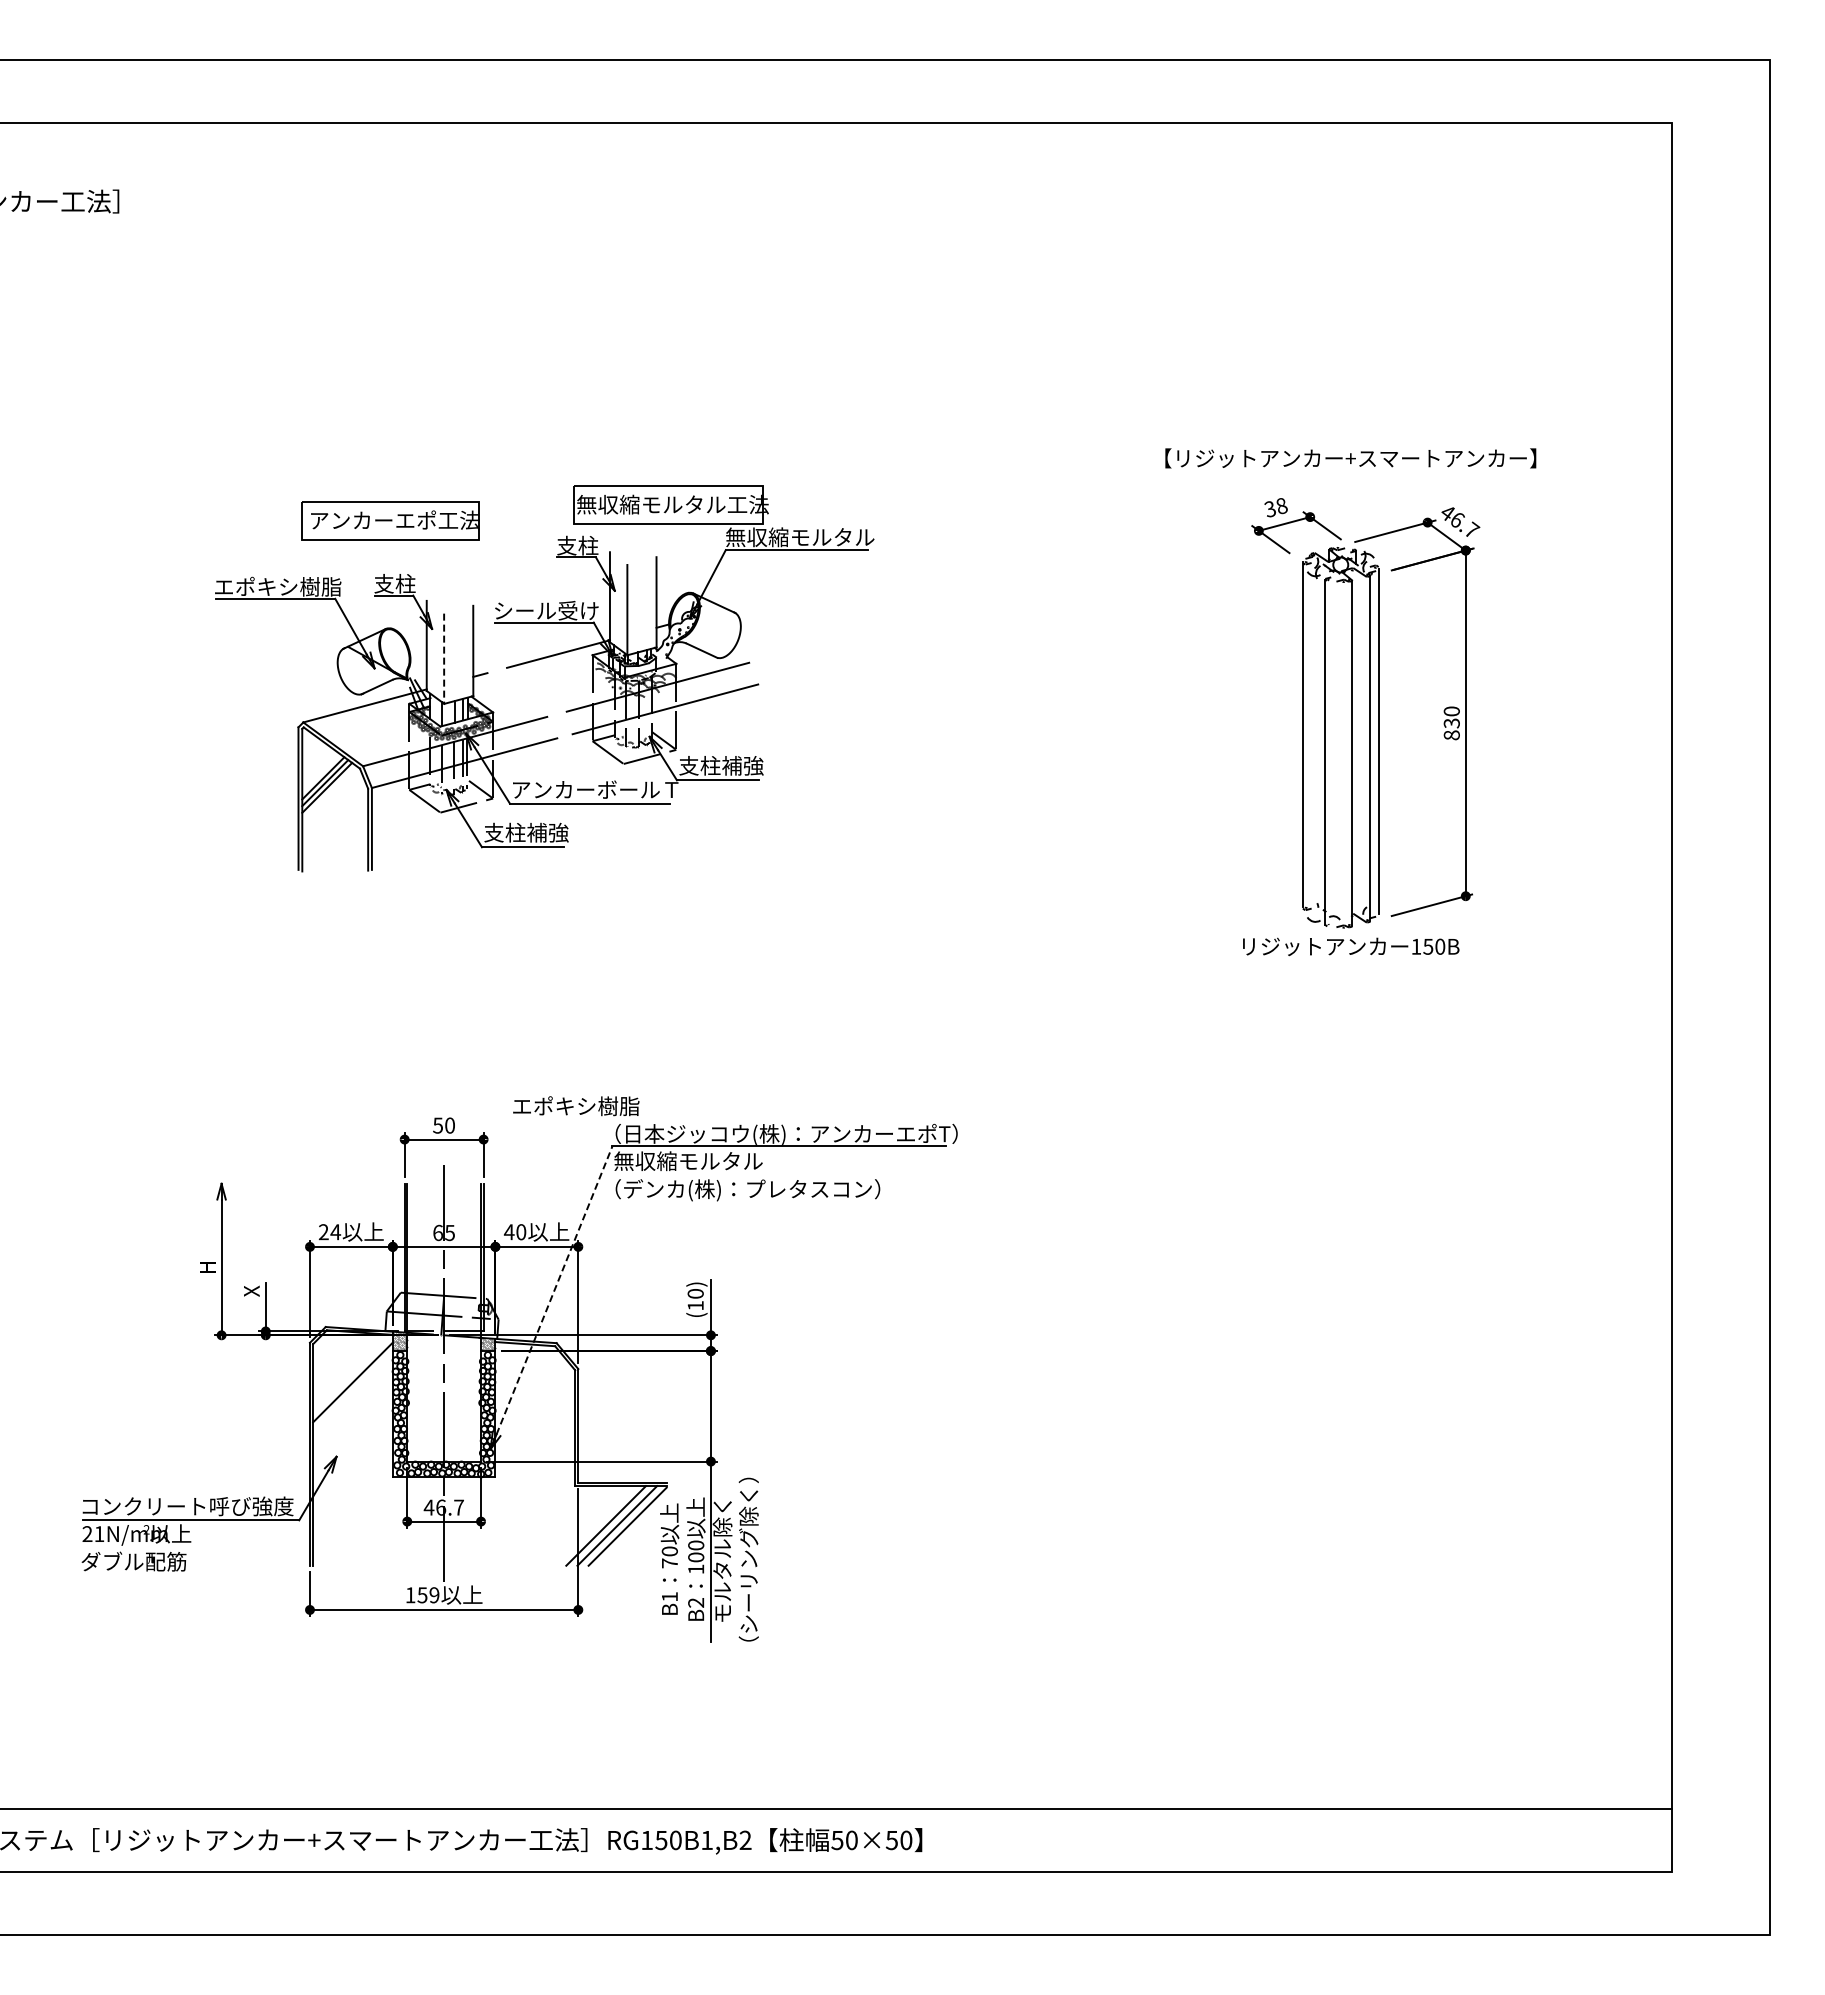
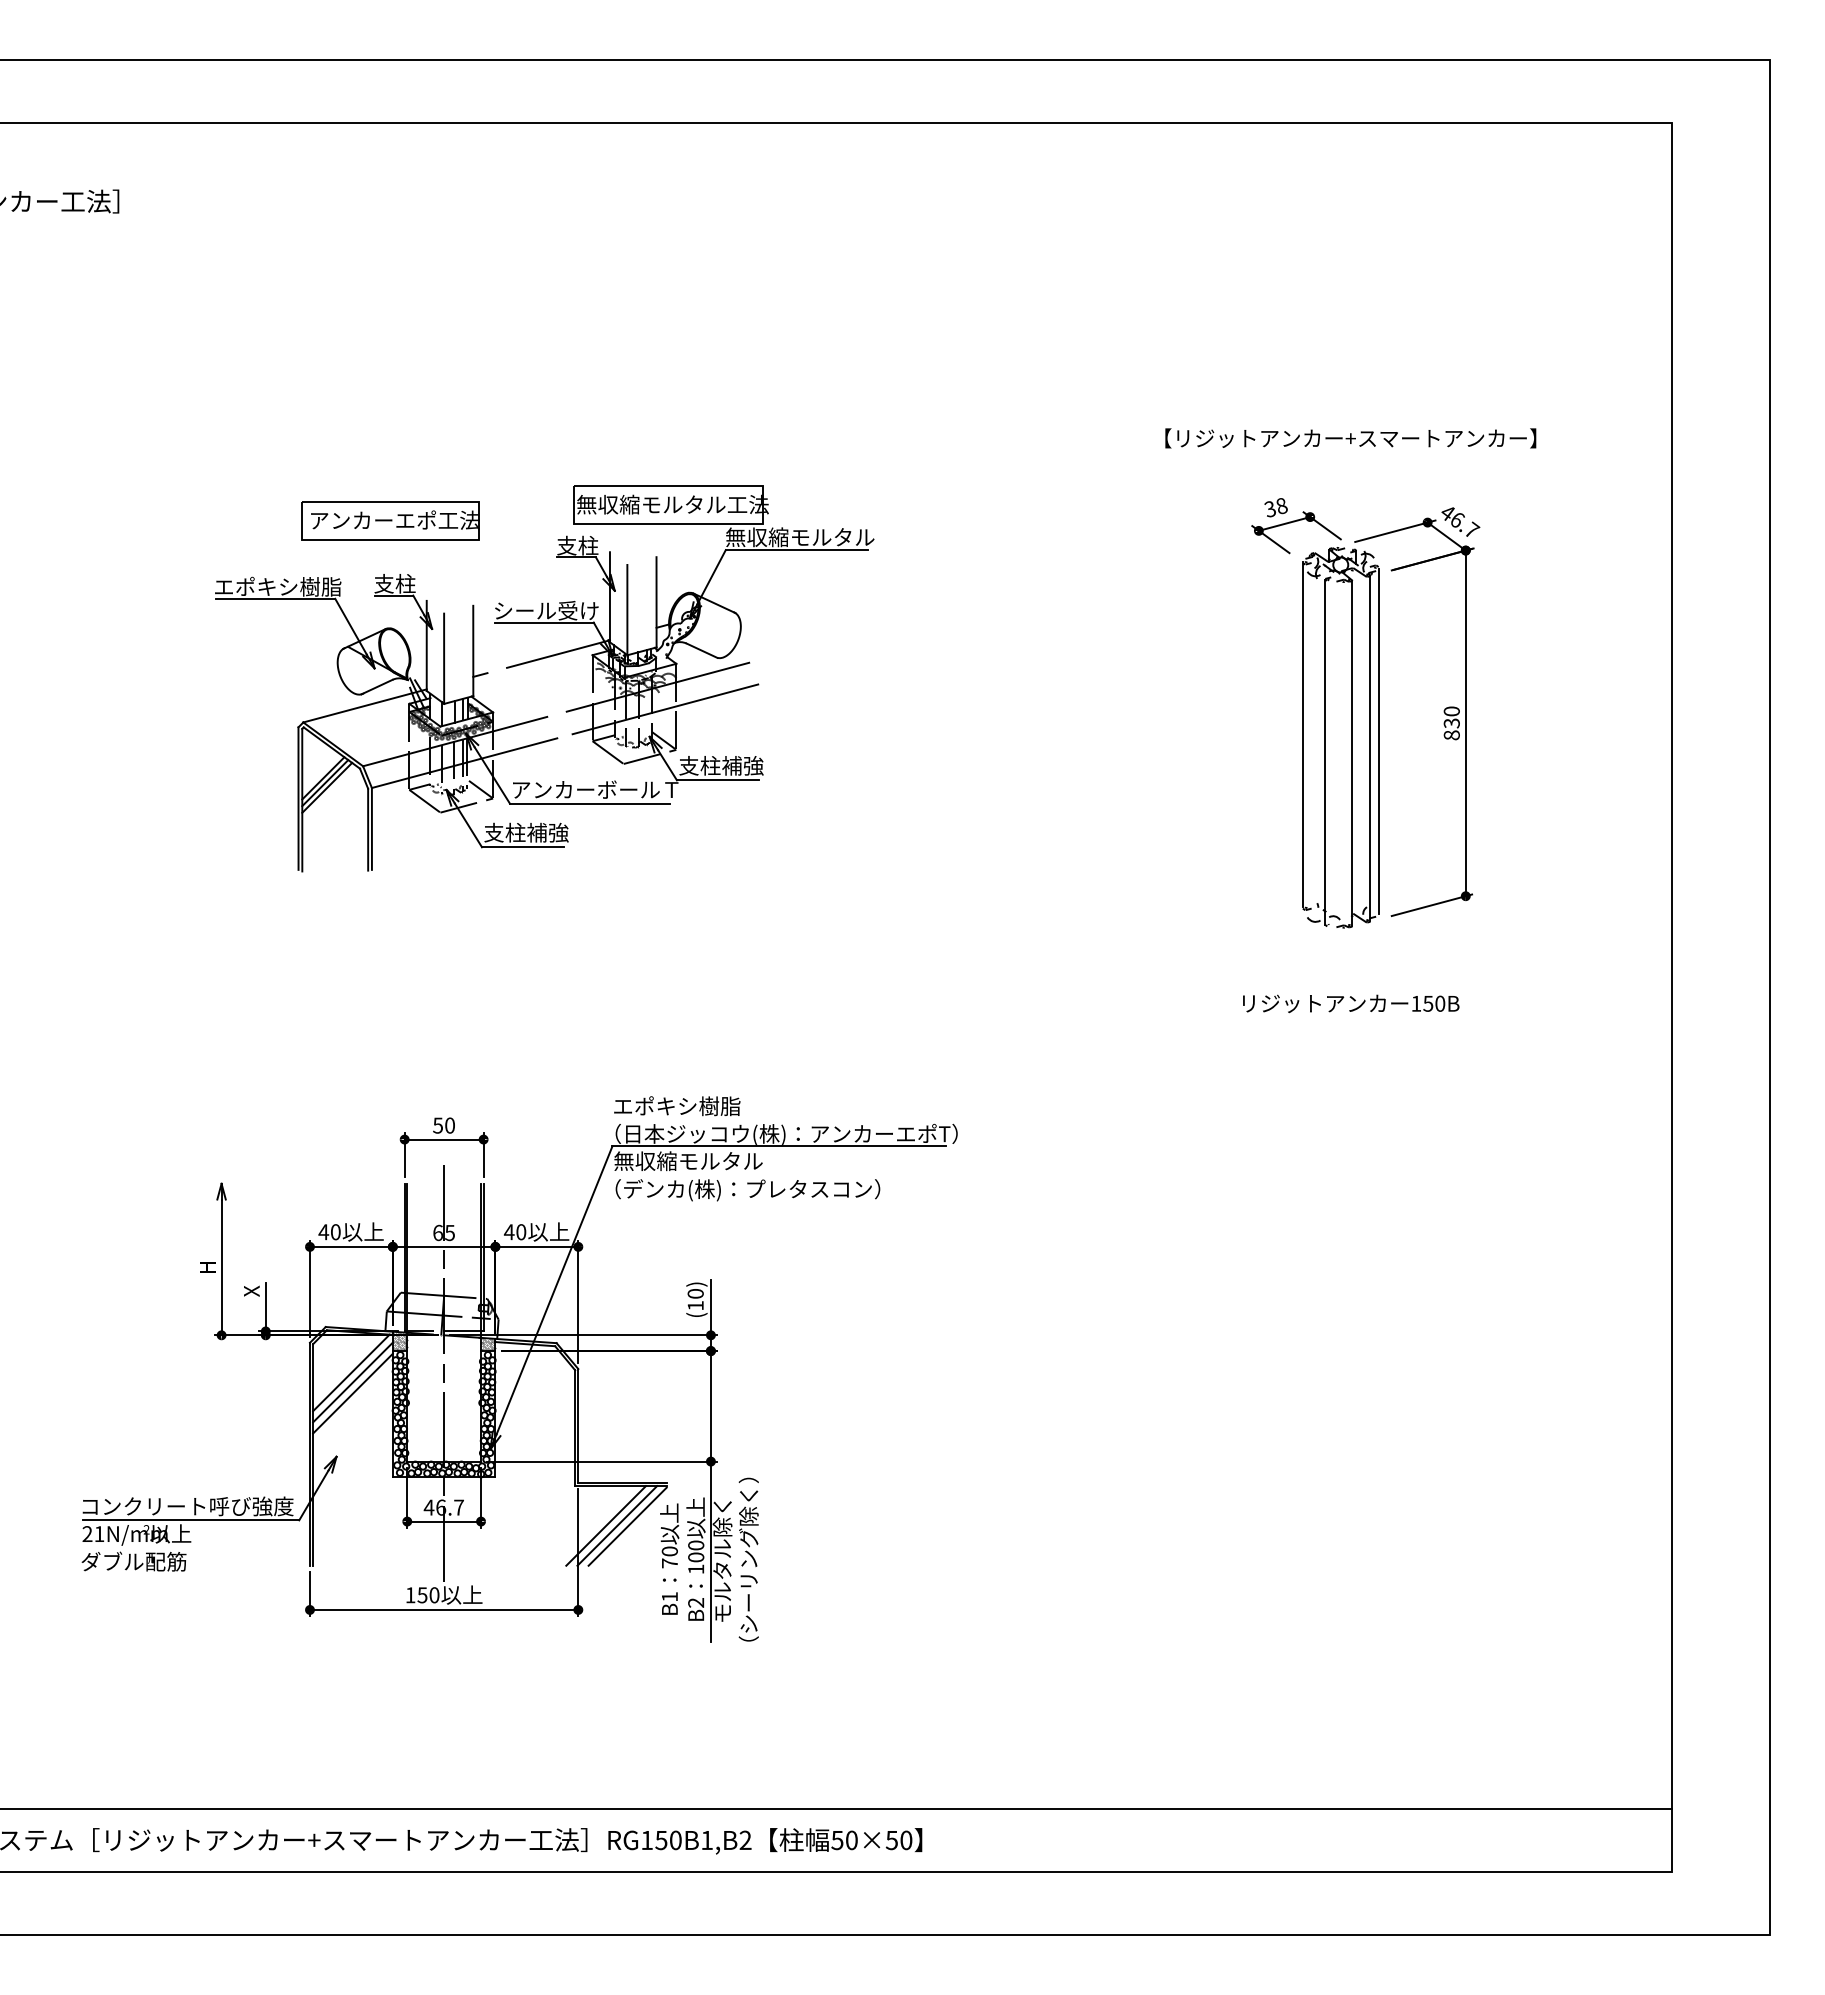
text at (1350, 458) position: (1350, 458) -> (1350, 438)
line at (444, 659): dashed -> solid
text at (1351, 946) position: (1351, 946) -> (1351, 1003)
text at (576, 1106) position: (576, 1106) -> (677, 1106)
text at (329, 1232): 24 -> 40
line at (554, 1289): dashed -> solid
line at (351, 1372): none -> present
line at (352, 1393): none -> present
text at (434, 1595): 159 -> 150
